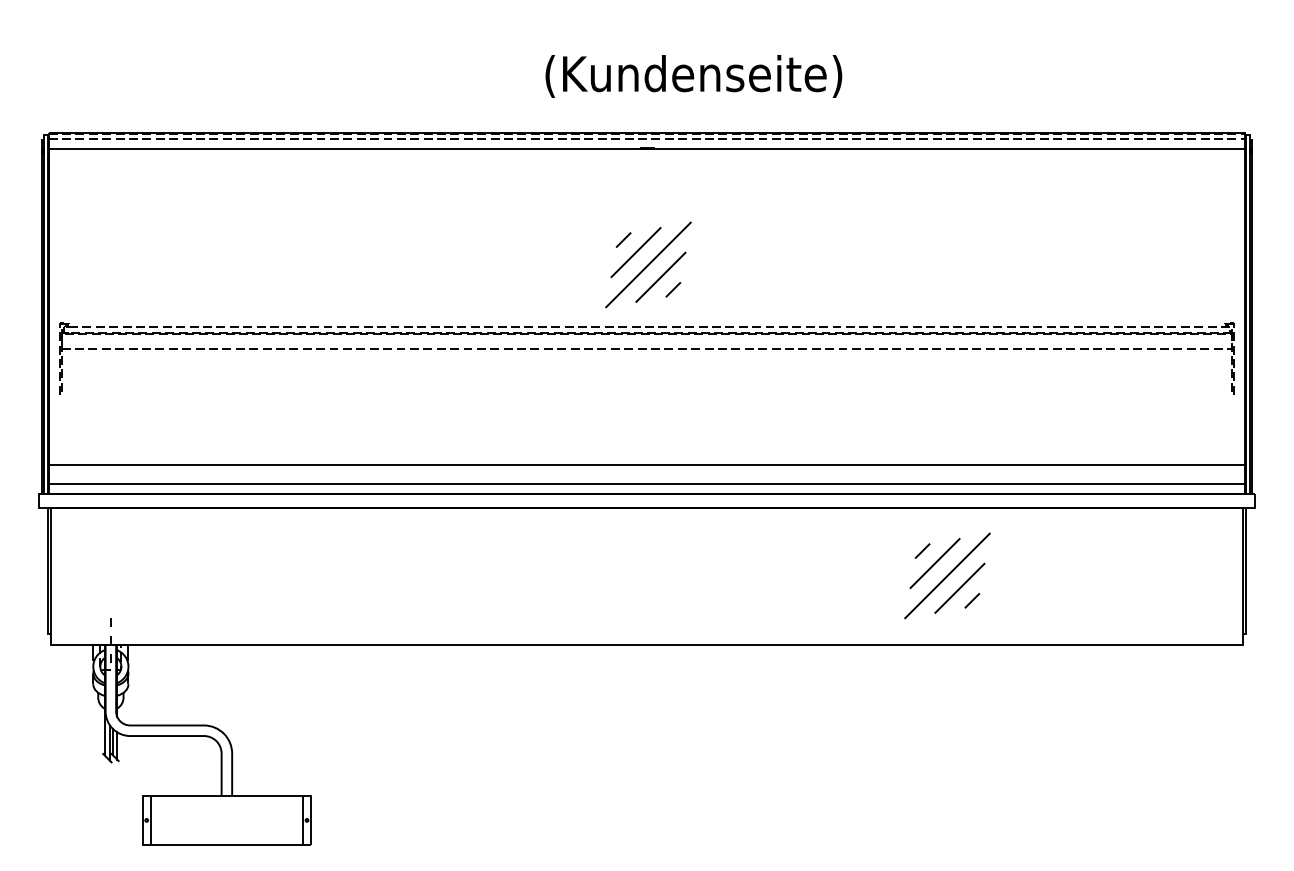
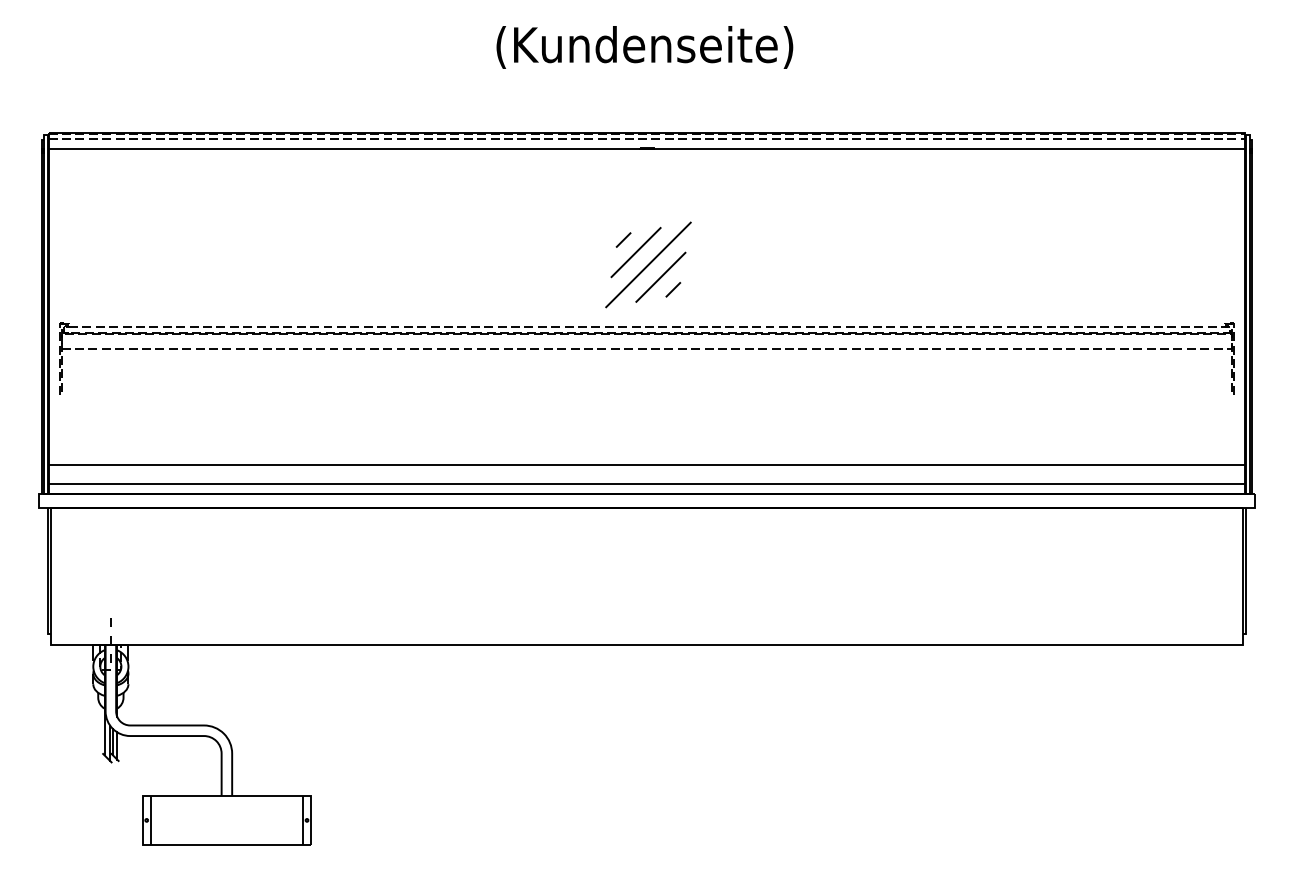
text at (693, 76) position: (693, 76) -> (644, 47)
part at (947, 575): present -> none
